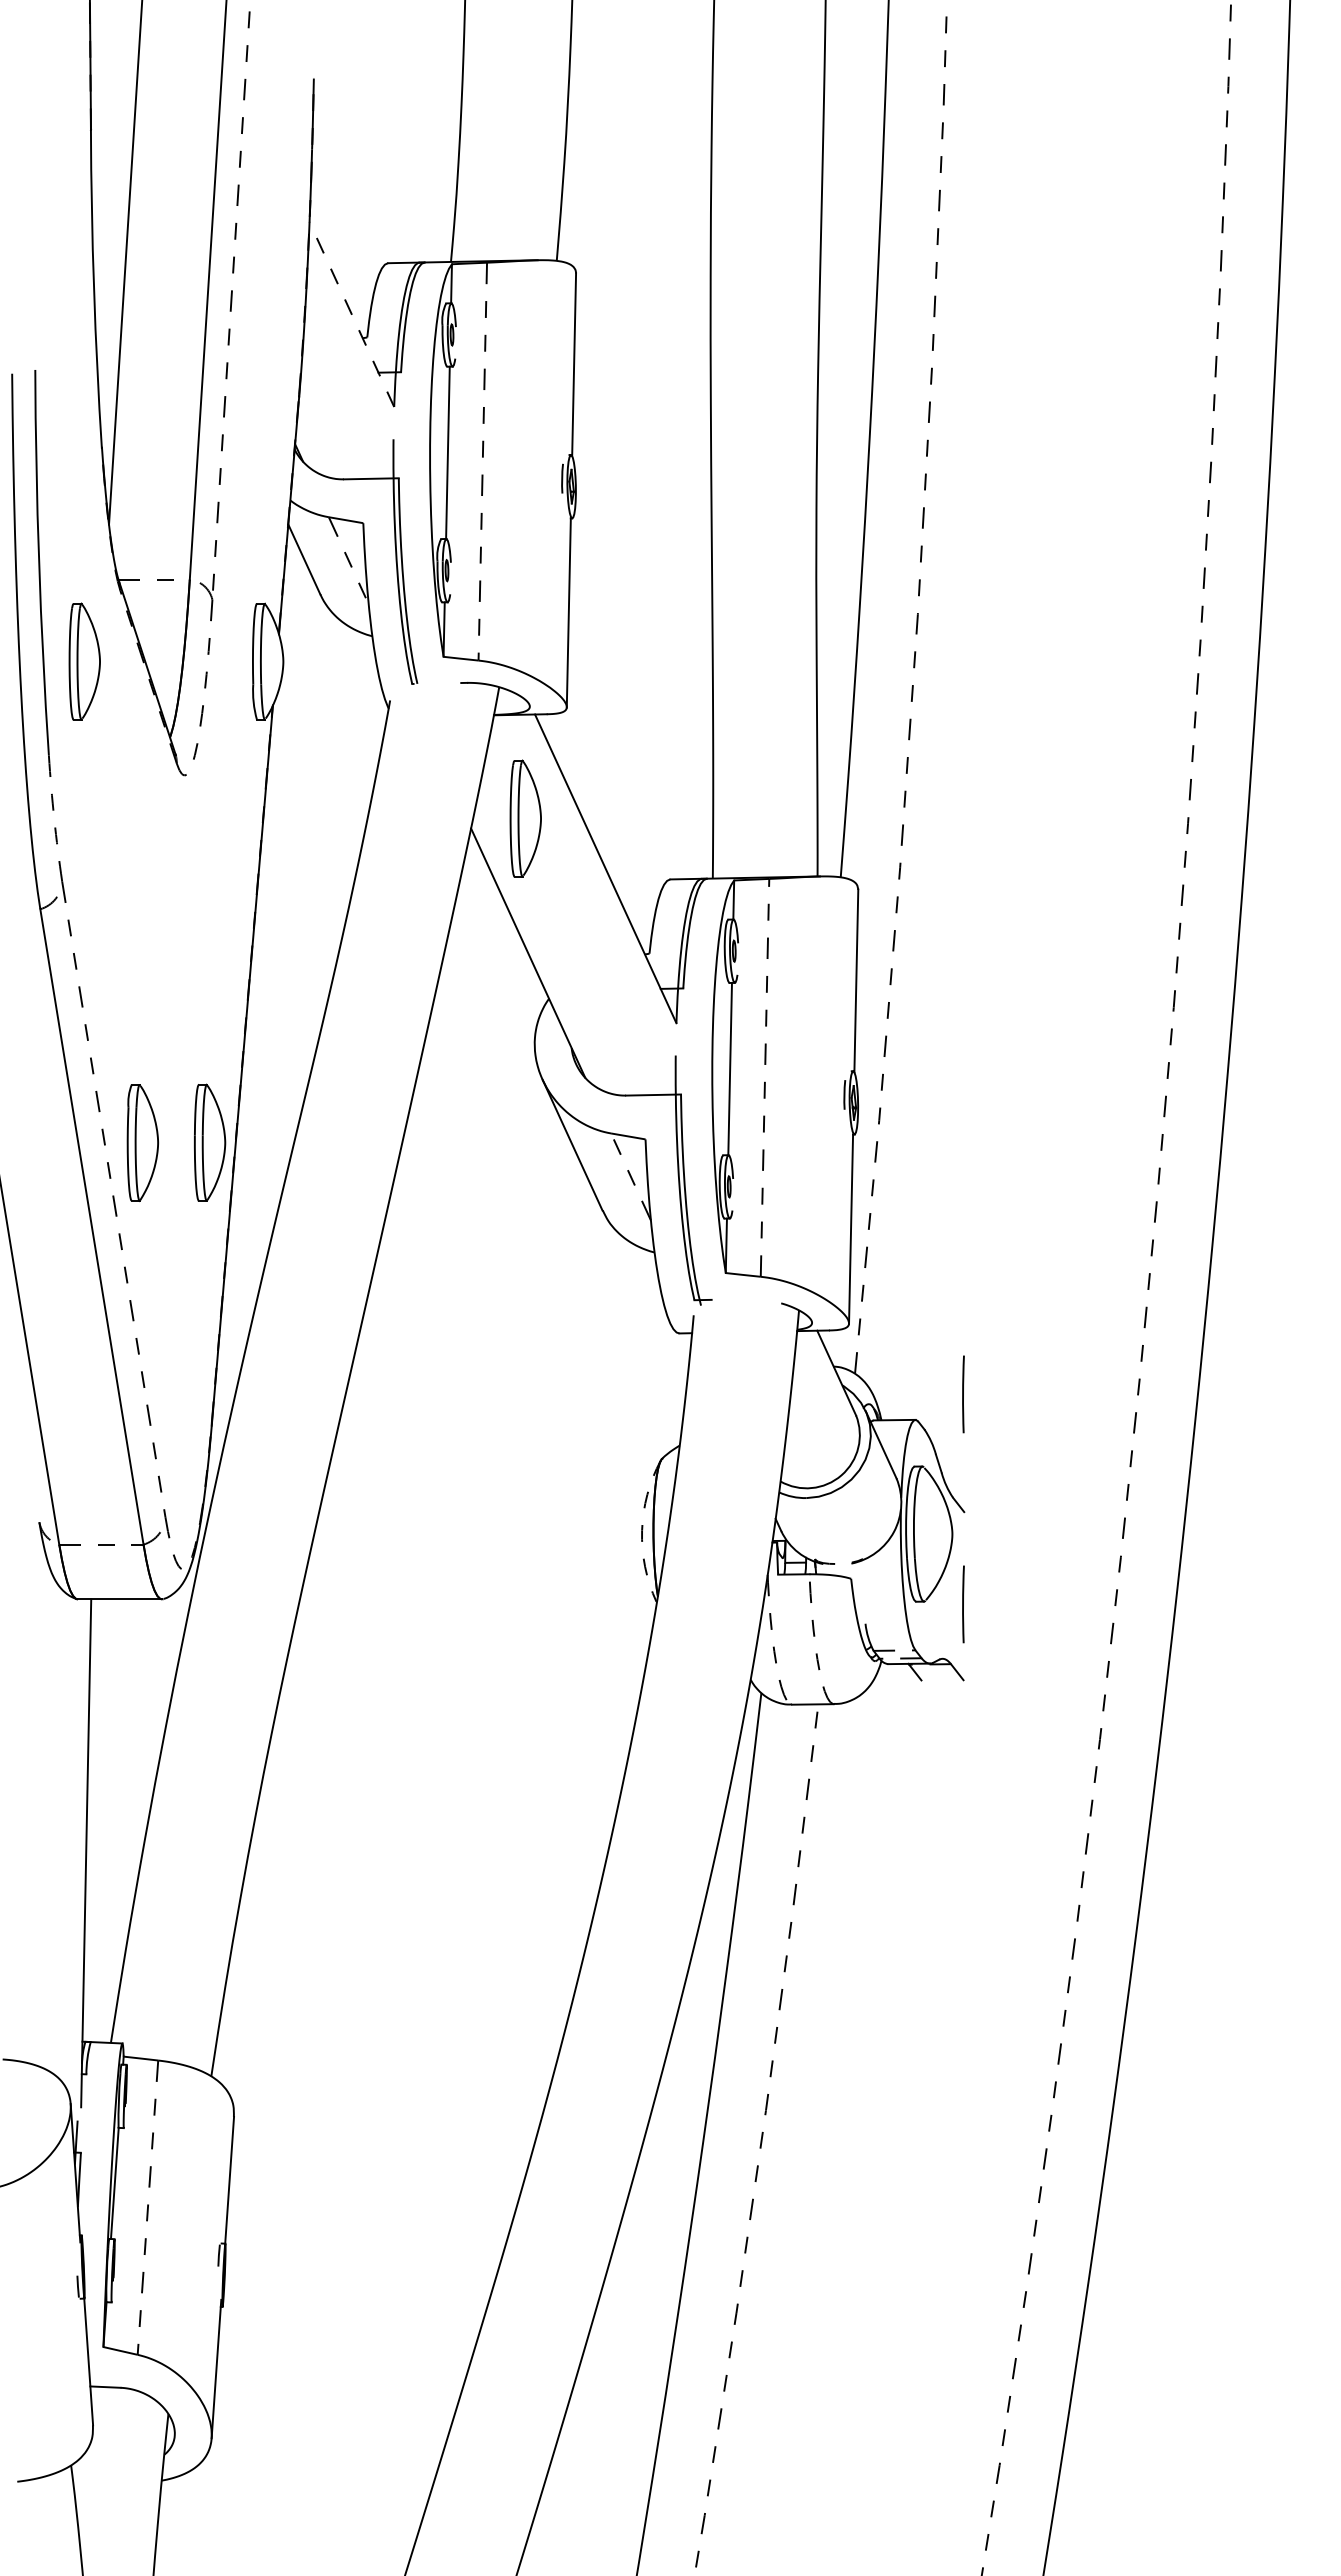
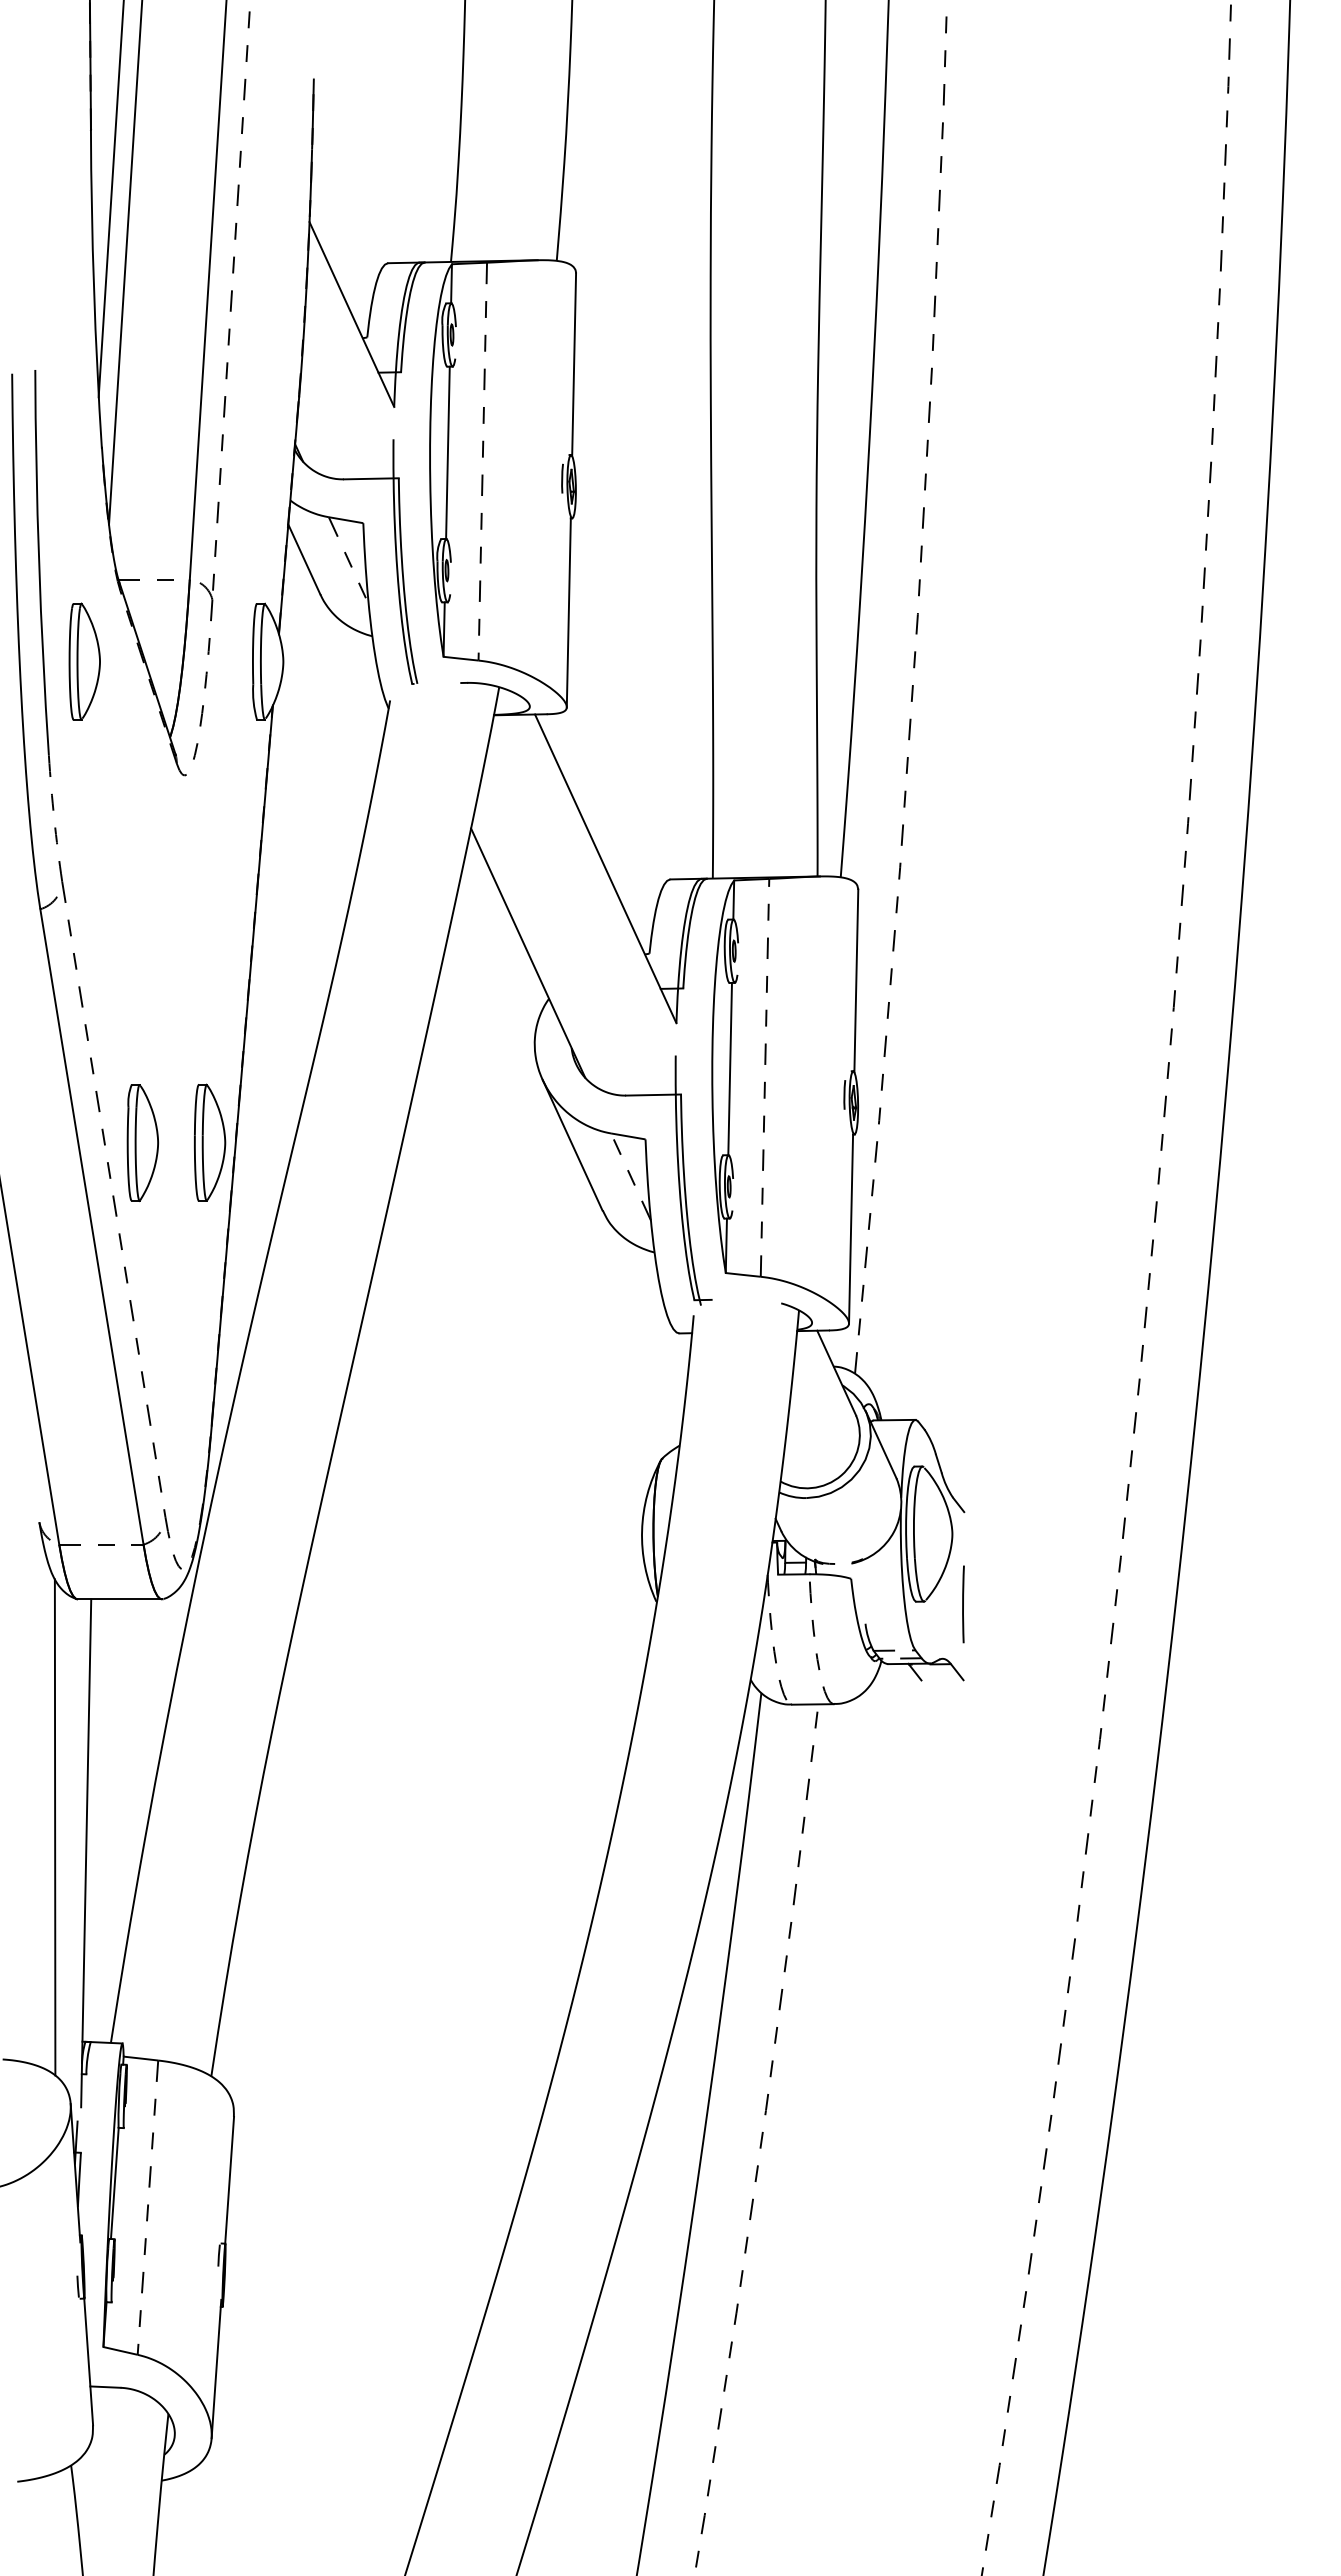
line at (110, 199): none -> present
line at (351, 314): dashed -> solid
part at (525, 818): present -> none
line at (963, 1394): present -> none
arc at (642, 1530): dashed -> solid
line at (54, 1827): none -> present
